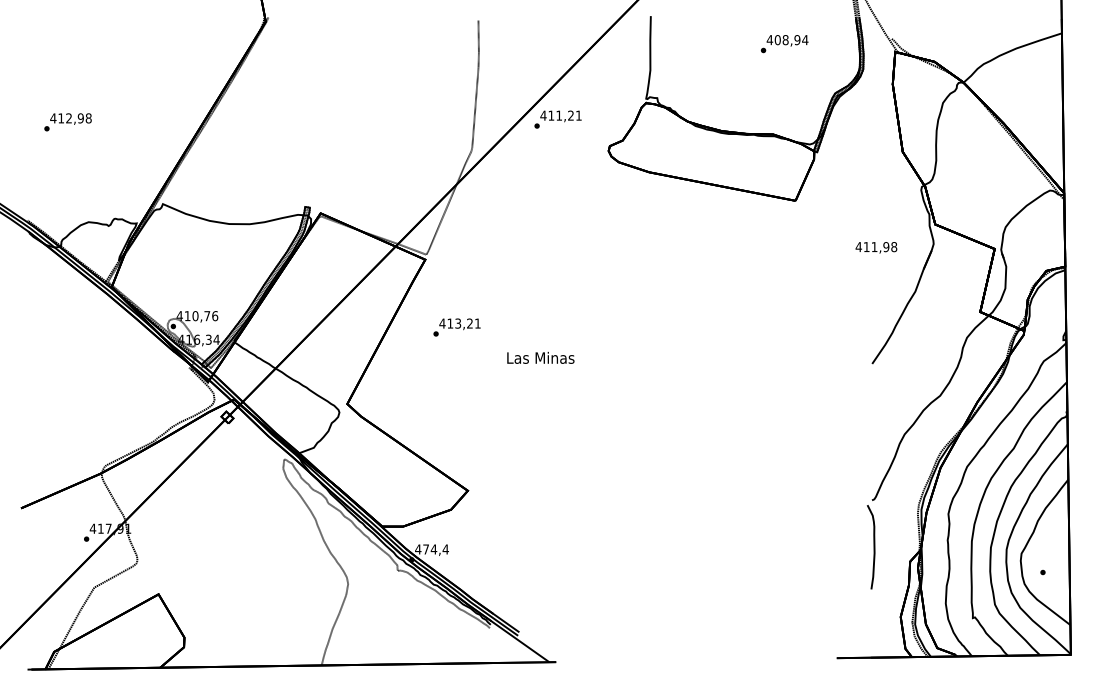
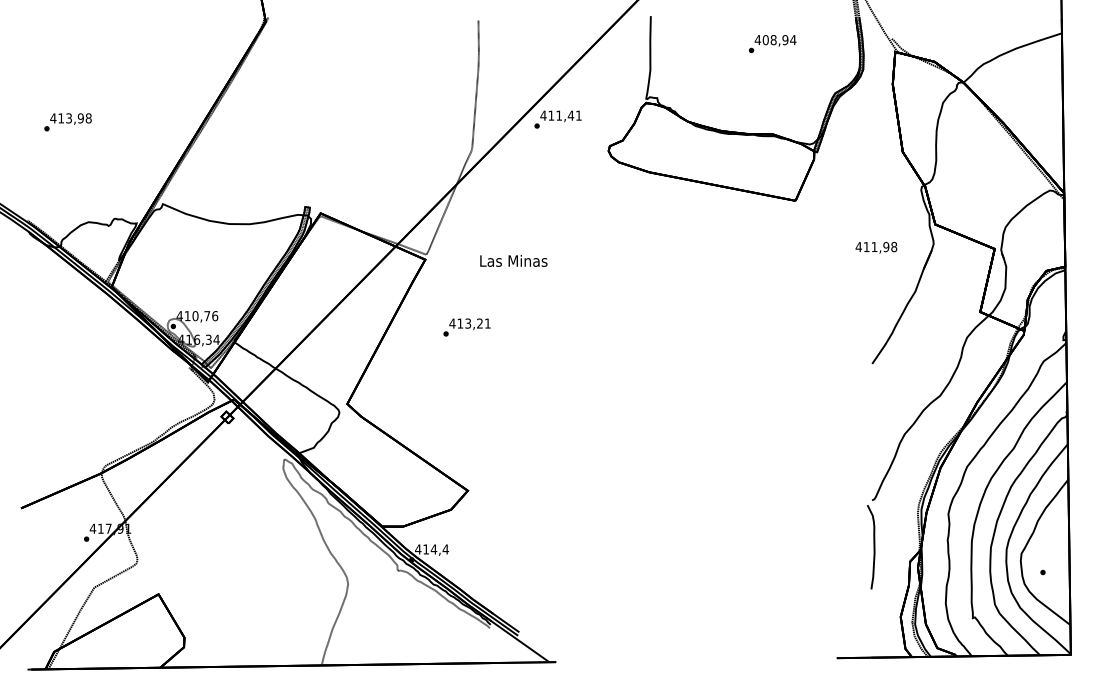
text at (784, 44) position: (784, 44) -> (772, 44)
text at (570, 115): 411,21 -> 411,41
text at (68, 118): 412,98 -> 413,98
text at (456, 327) position: (456, 327) -> (466, 327)
text at (540, 357) position: (540, 357) -> (513, 260)
text at (425, 549): 474,4 -> 414,4
